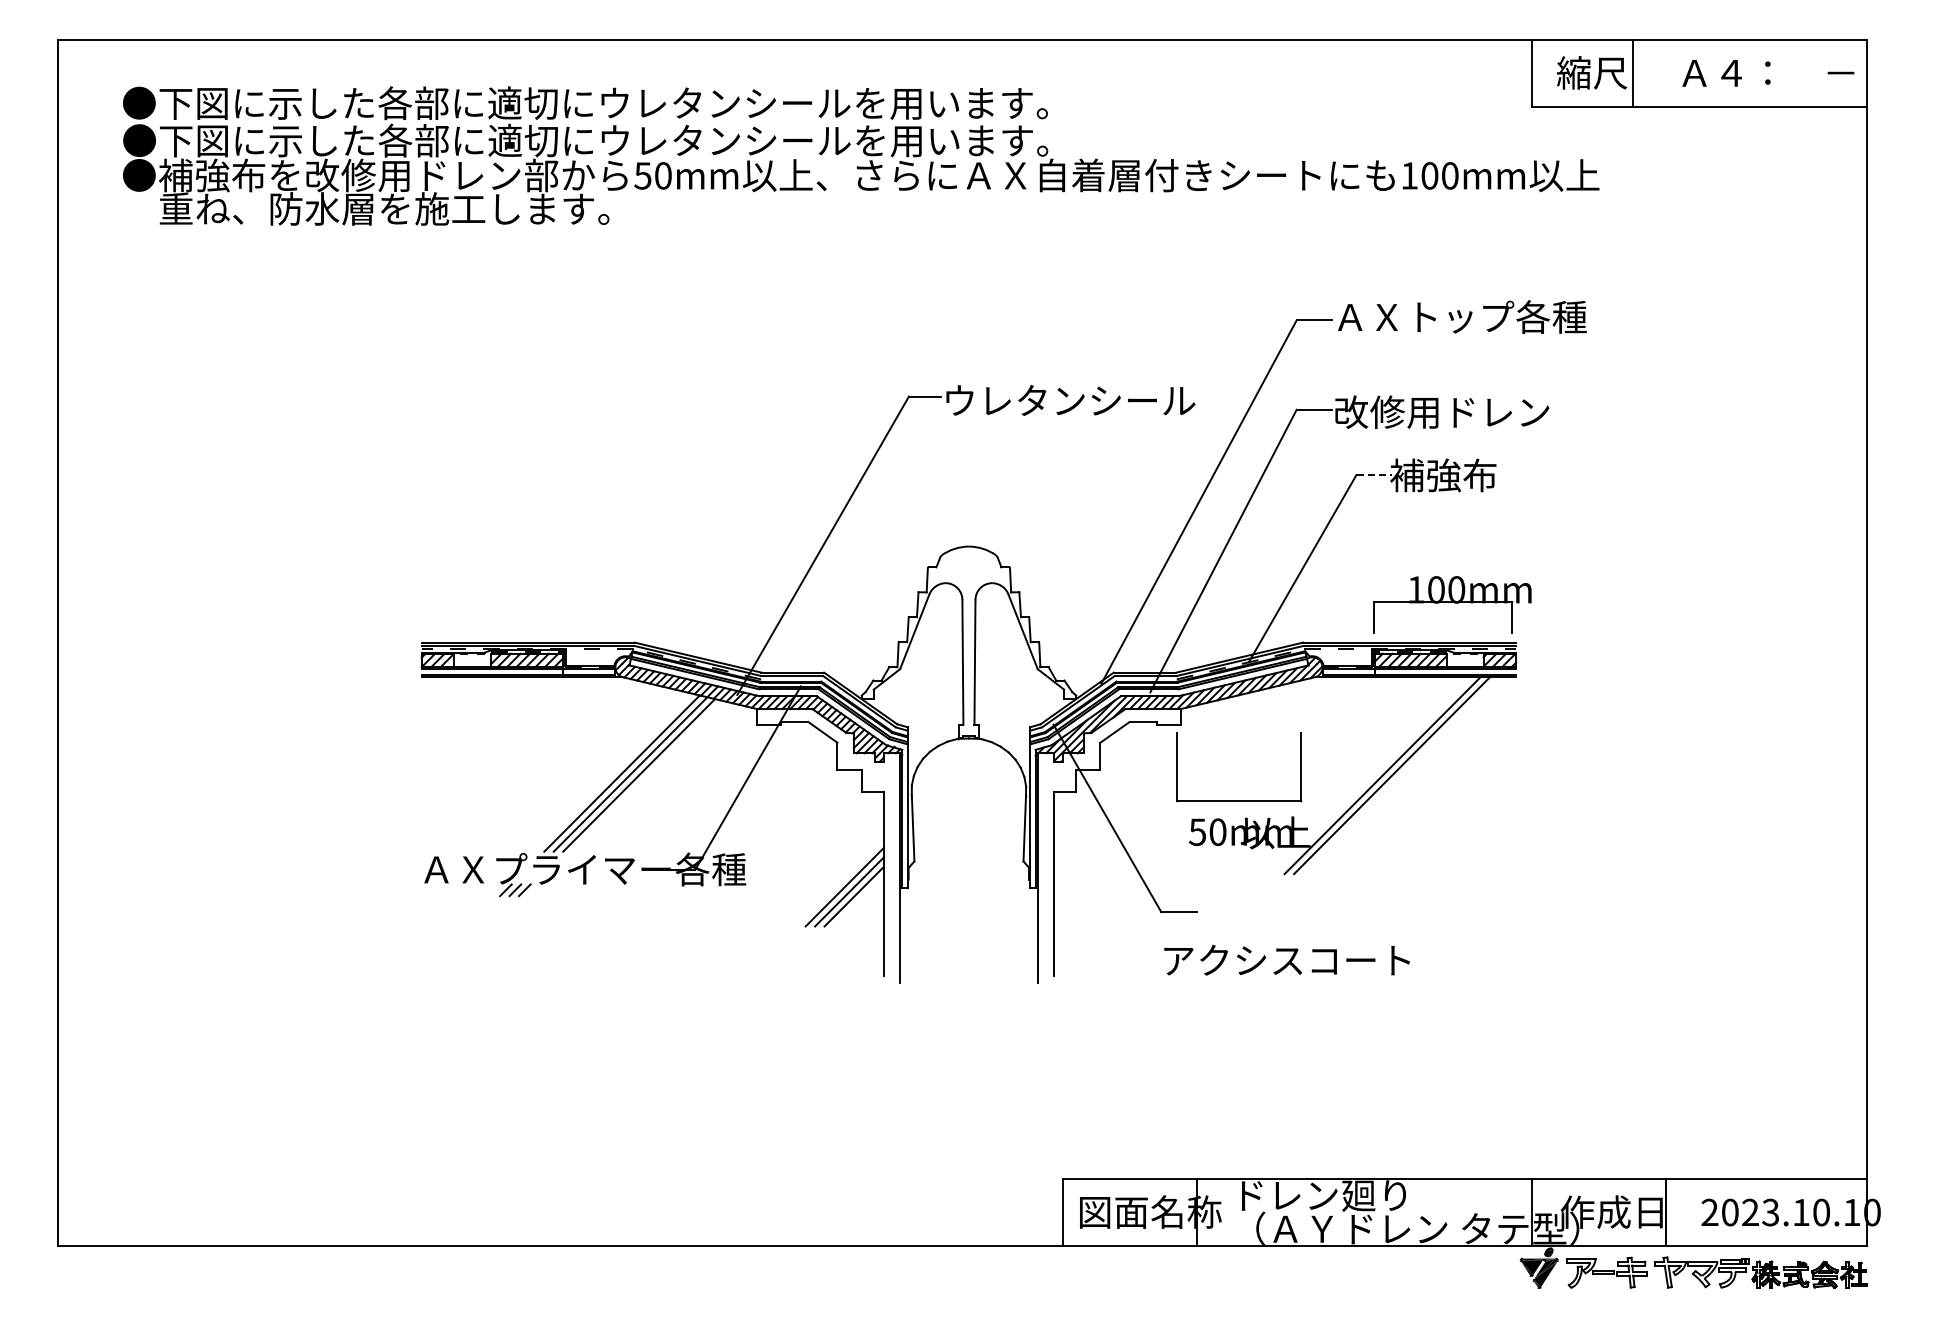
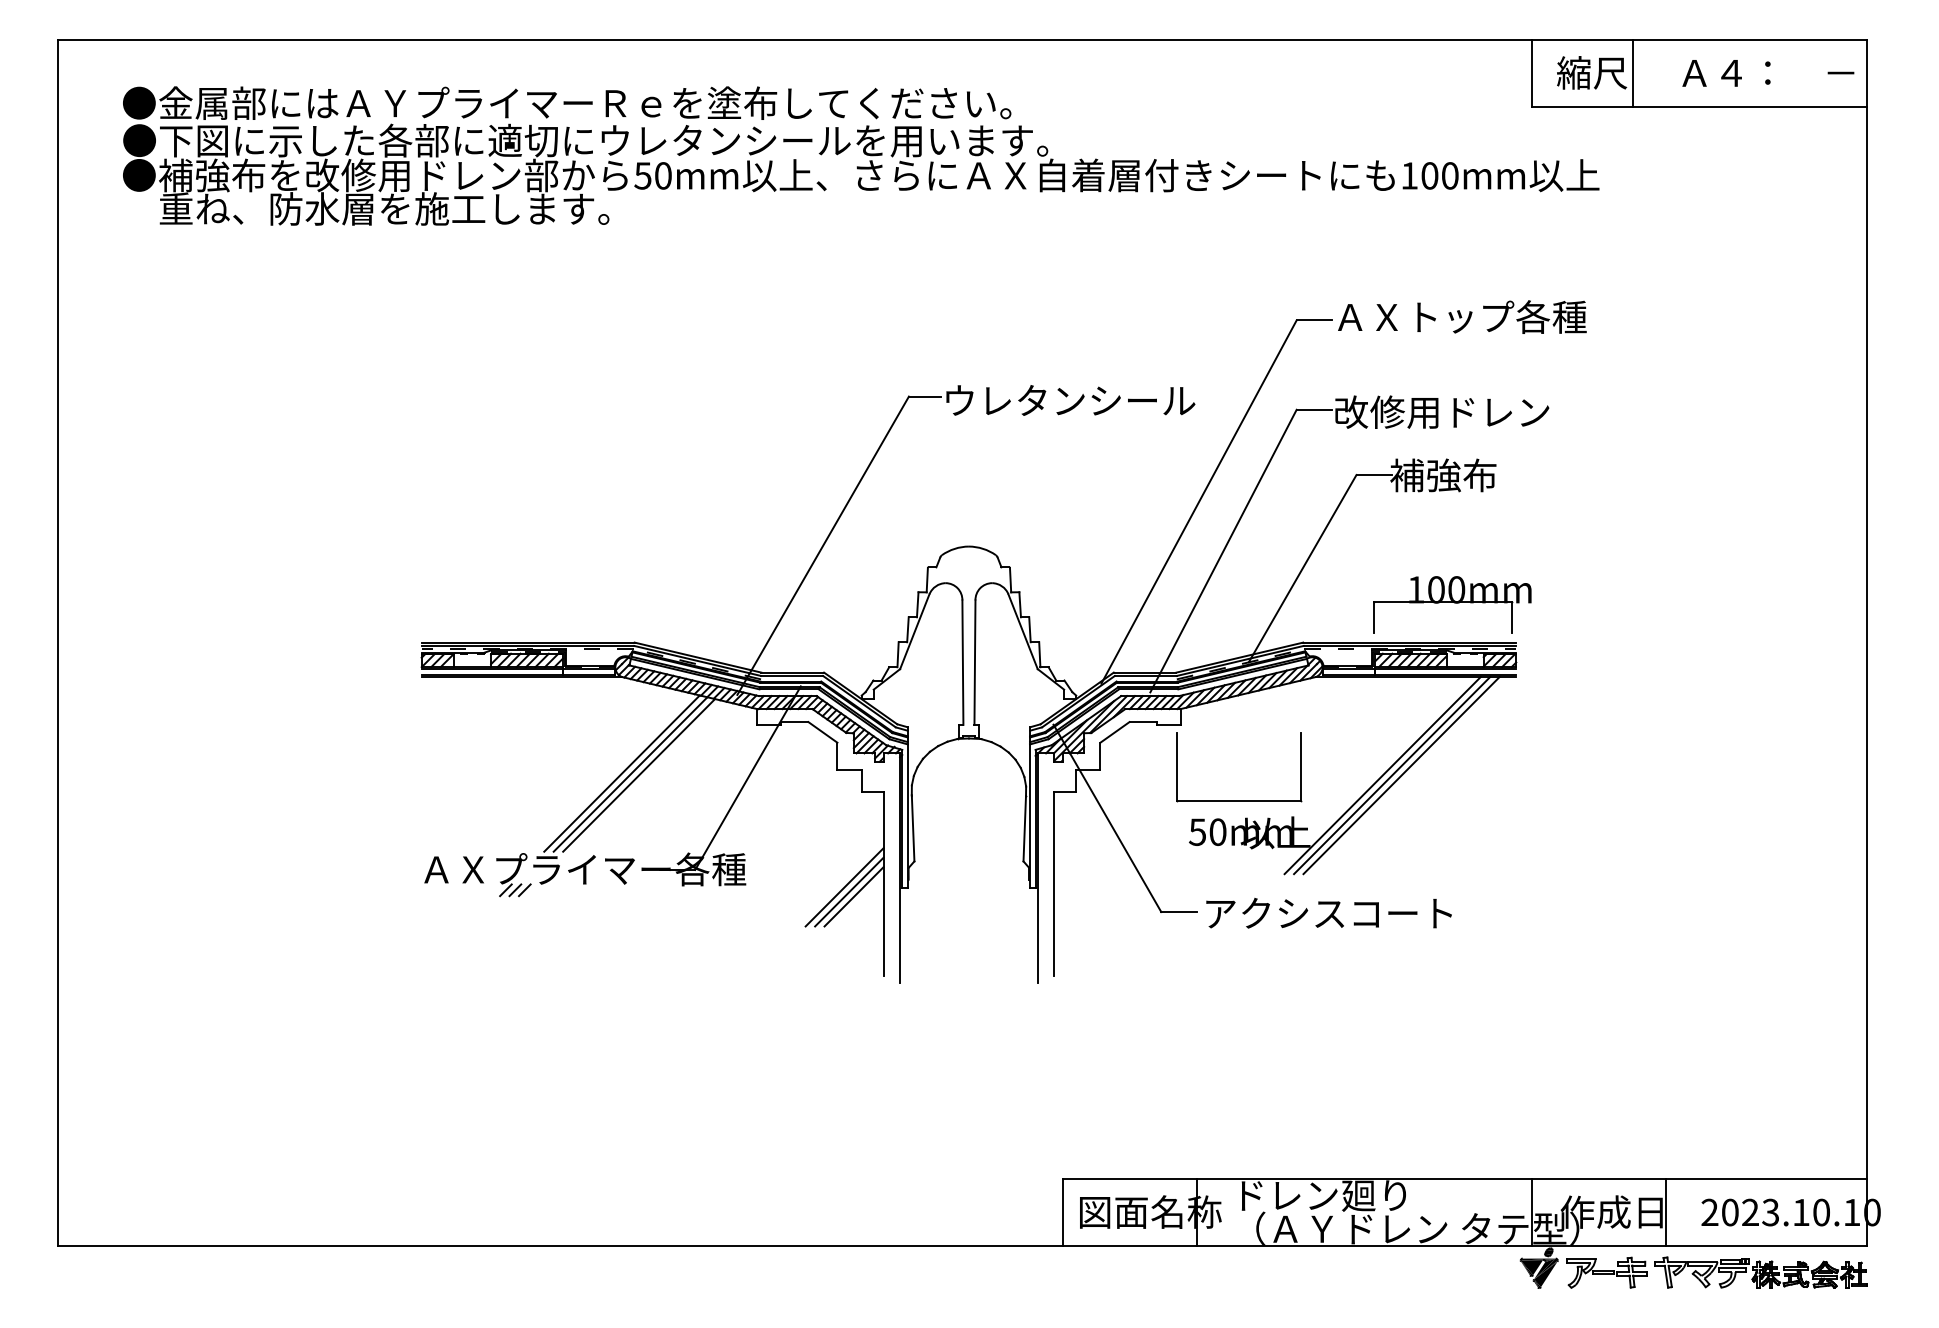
text at (603, 103): ●下図に示した各部に適切にウレタンシールを用います。 -> ●金属部にはＡＹプライマーＲｅを塗布してください。
line at (1374, 475): dashed -> solid
line at (1401, 775): none -> present
text at (1286, 960) position: (1286, 960) -> (1328, 913)
